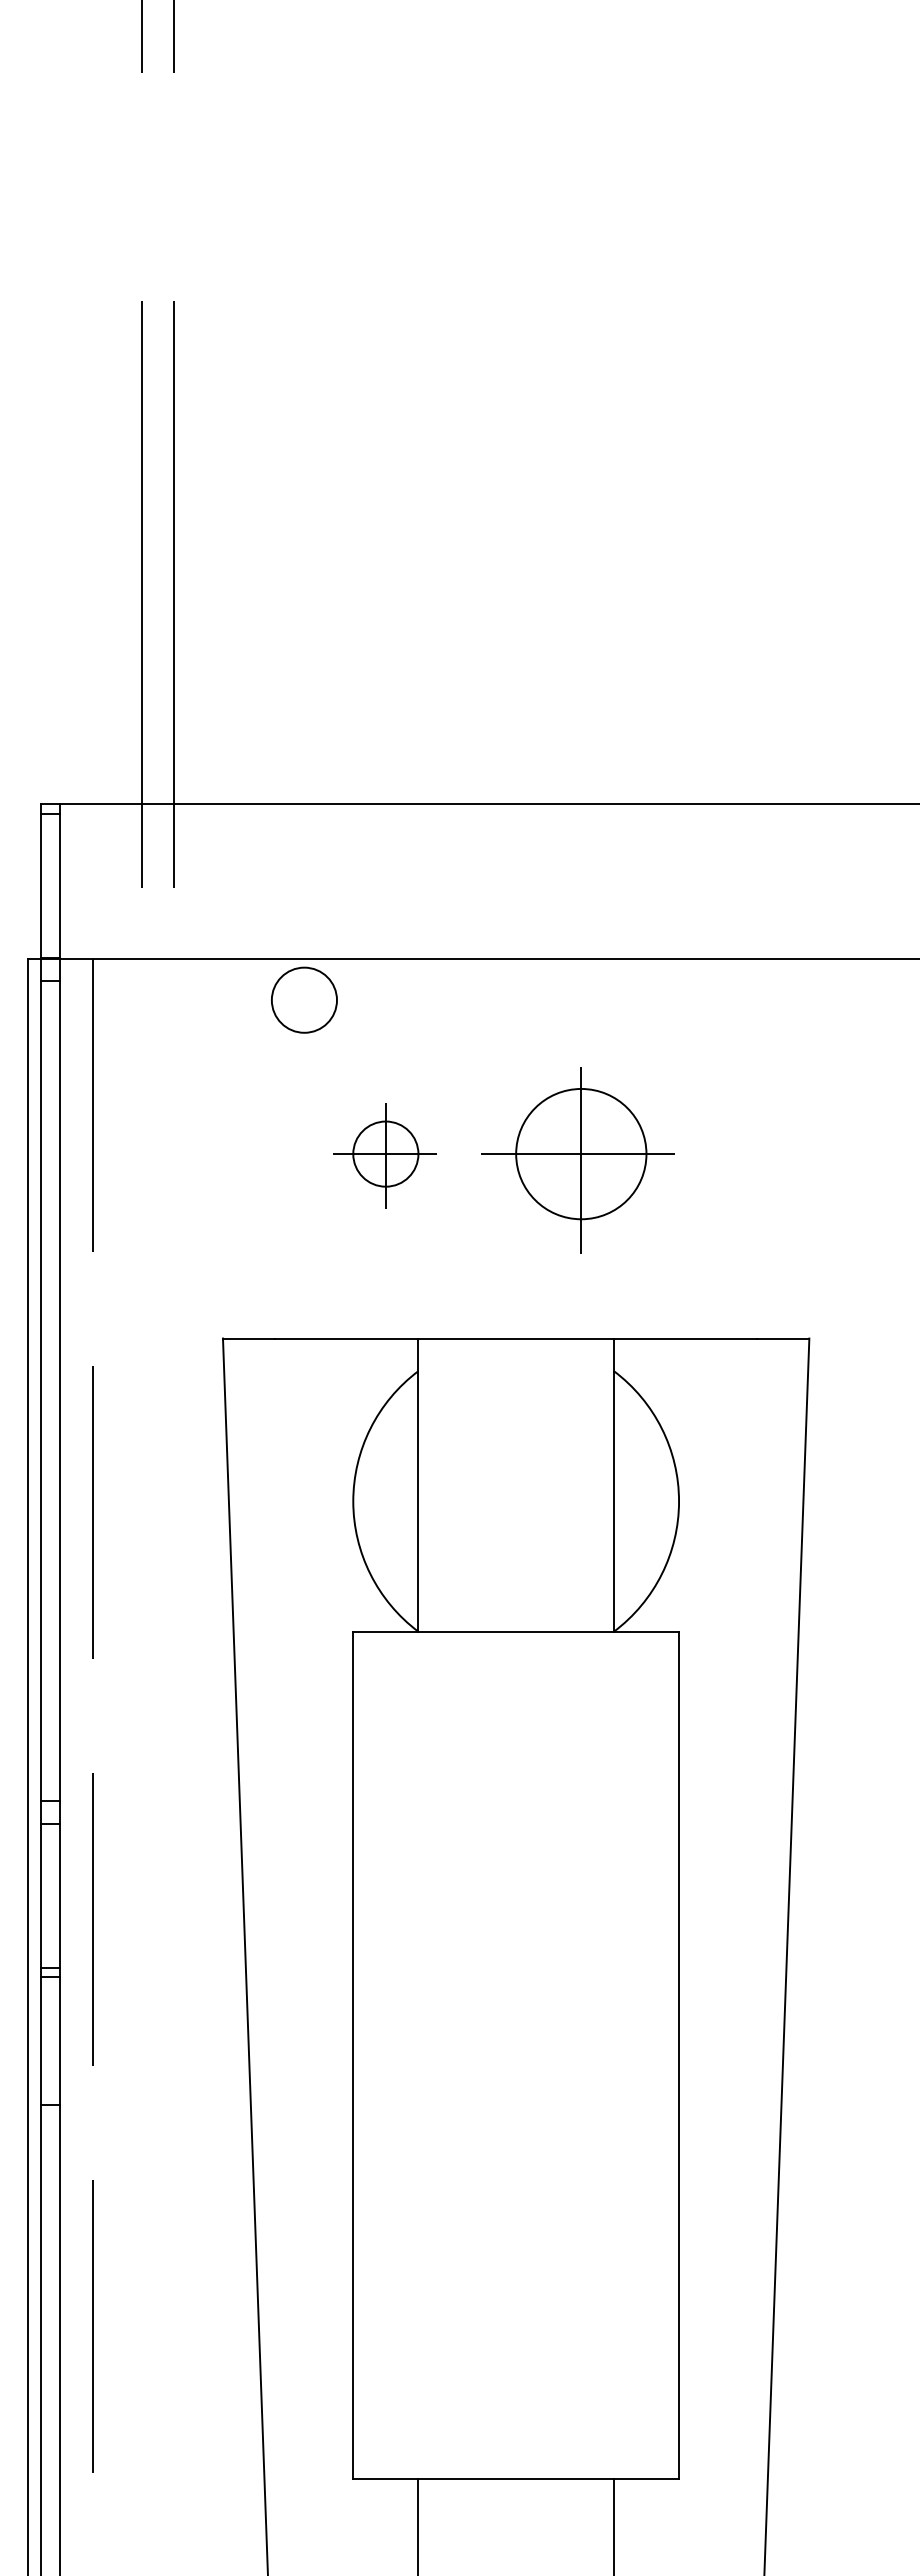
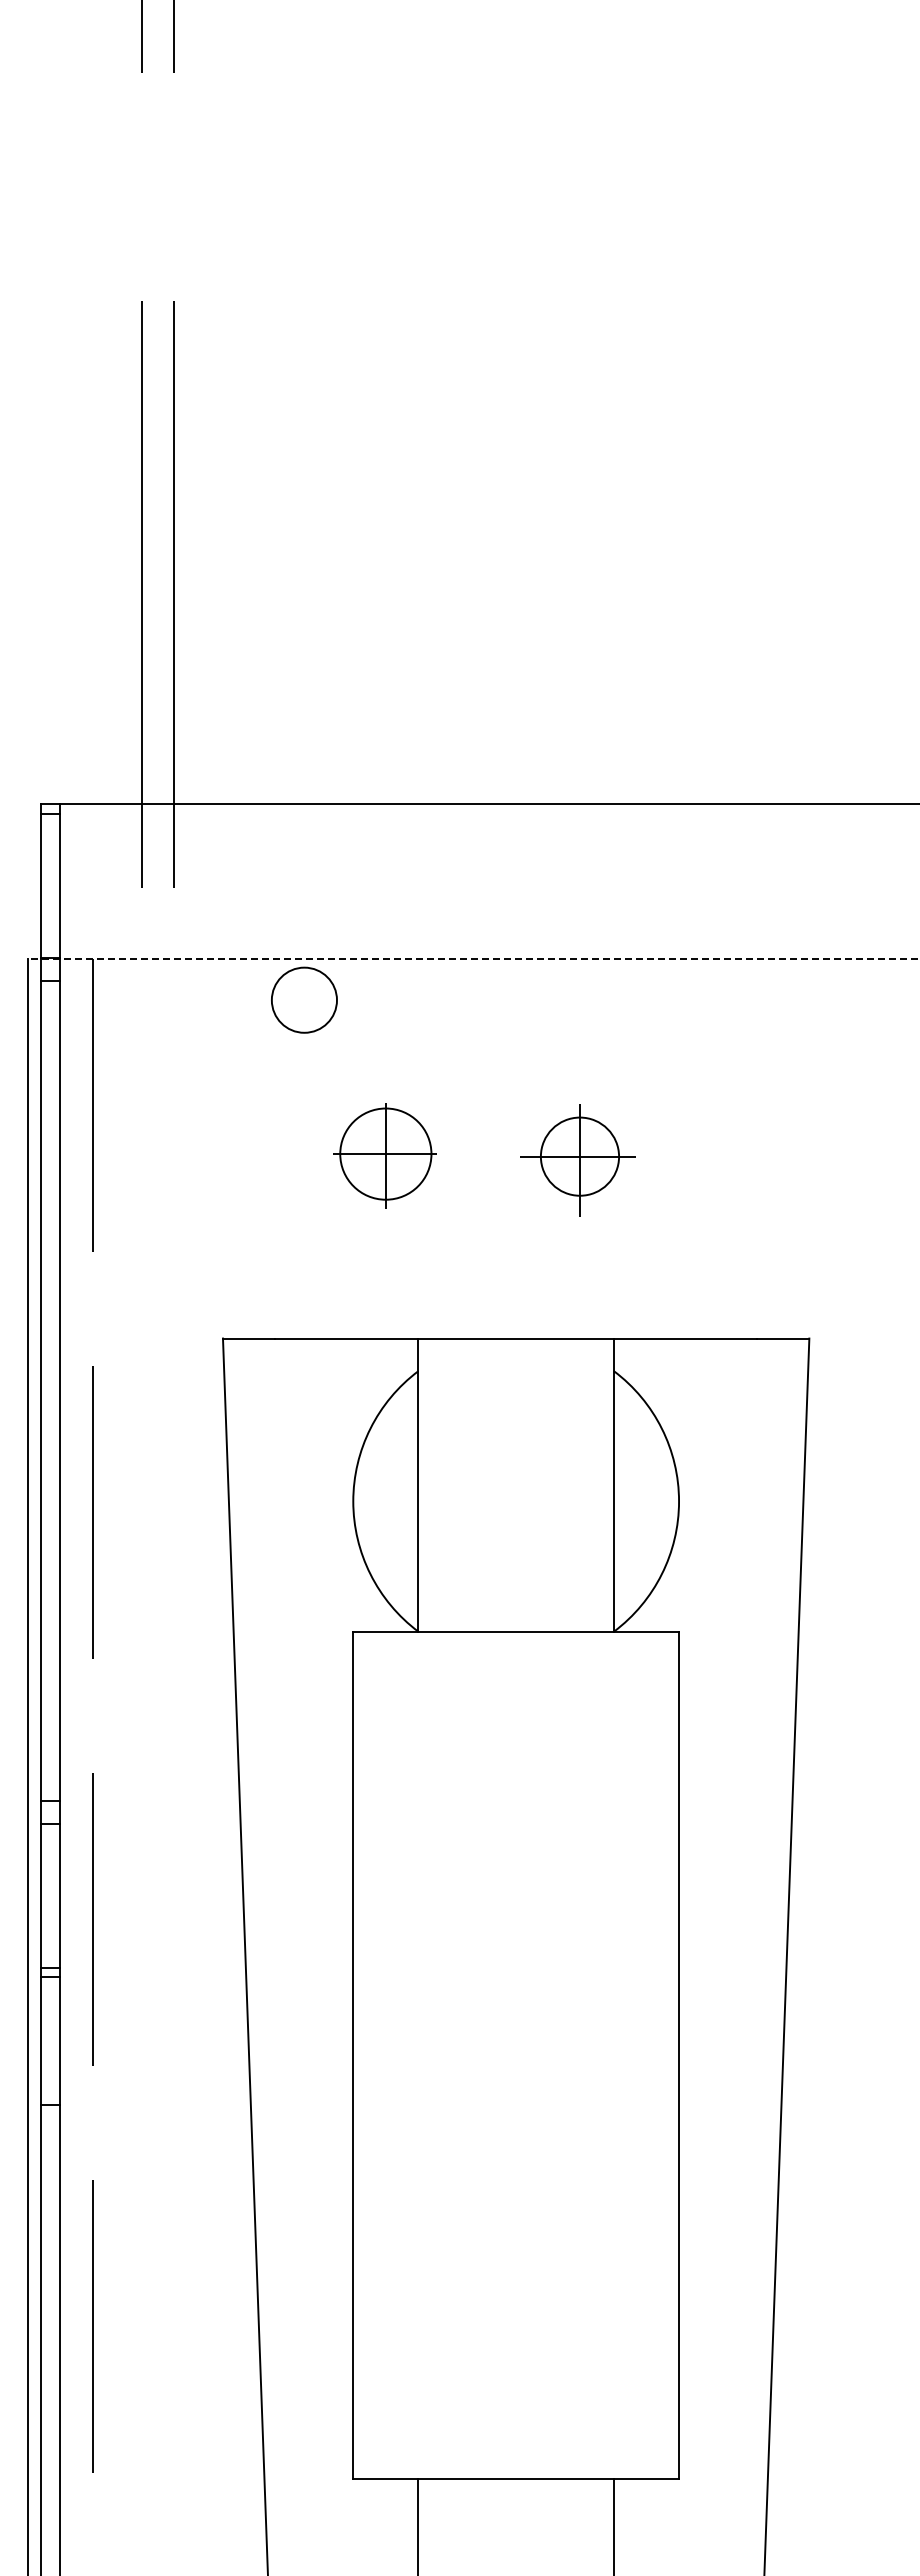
line at (473, 958): solid -> dashed
circle at (385, 1153) diameter: 65 px -> 91 px
part at (577, 1160) size: 194x187 px -> 116x113 px
